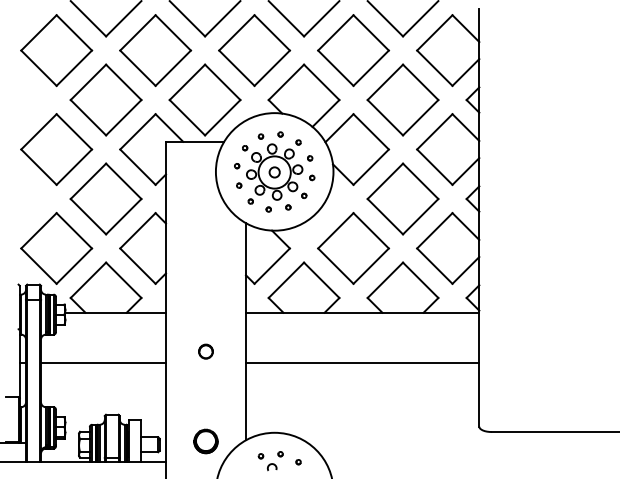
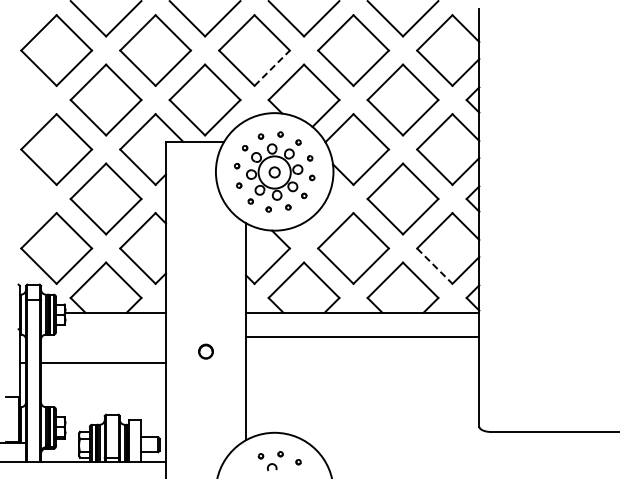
line at (272, 68): solid -> dashed
line at (434, 266): solid -> dashed
line at (362, 362) position: (362, 362) -> (362, 336)
part at (205, 441): present -> none
